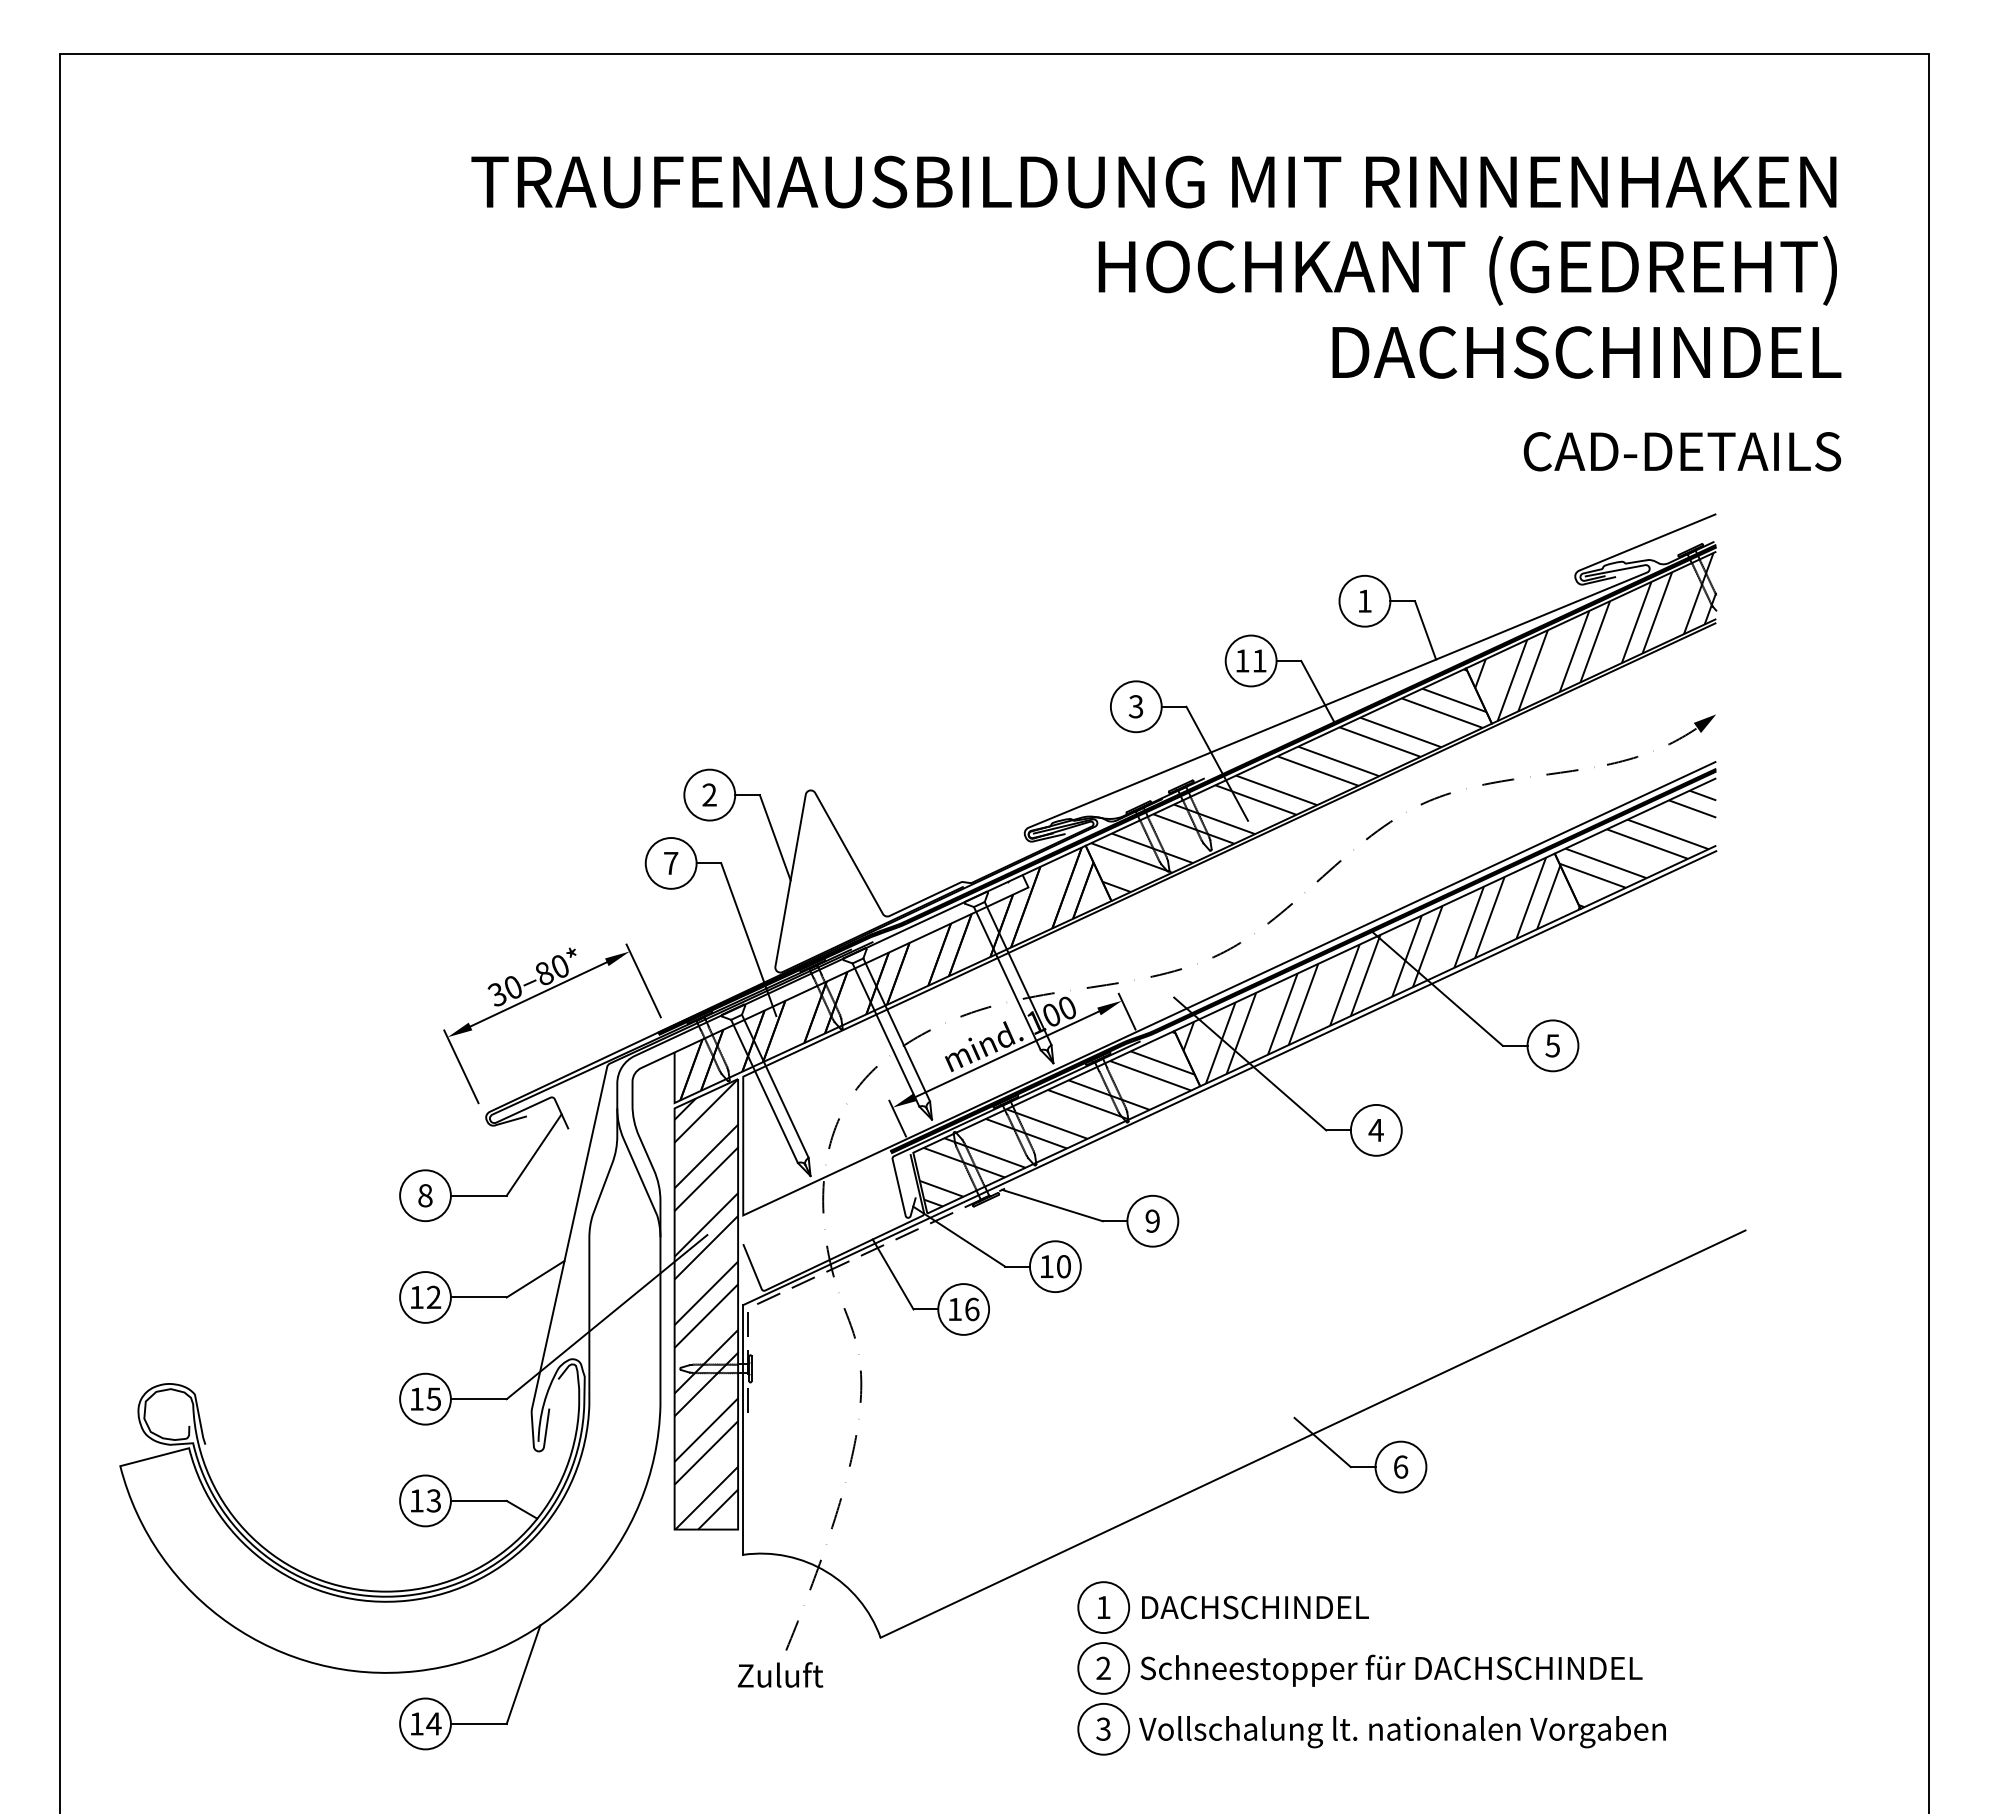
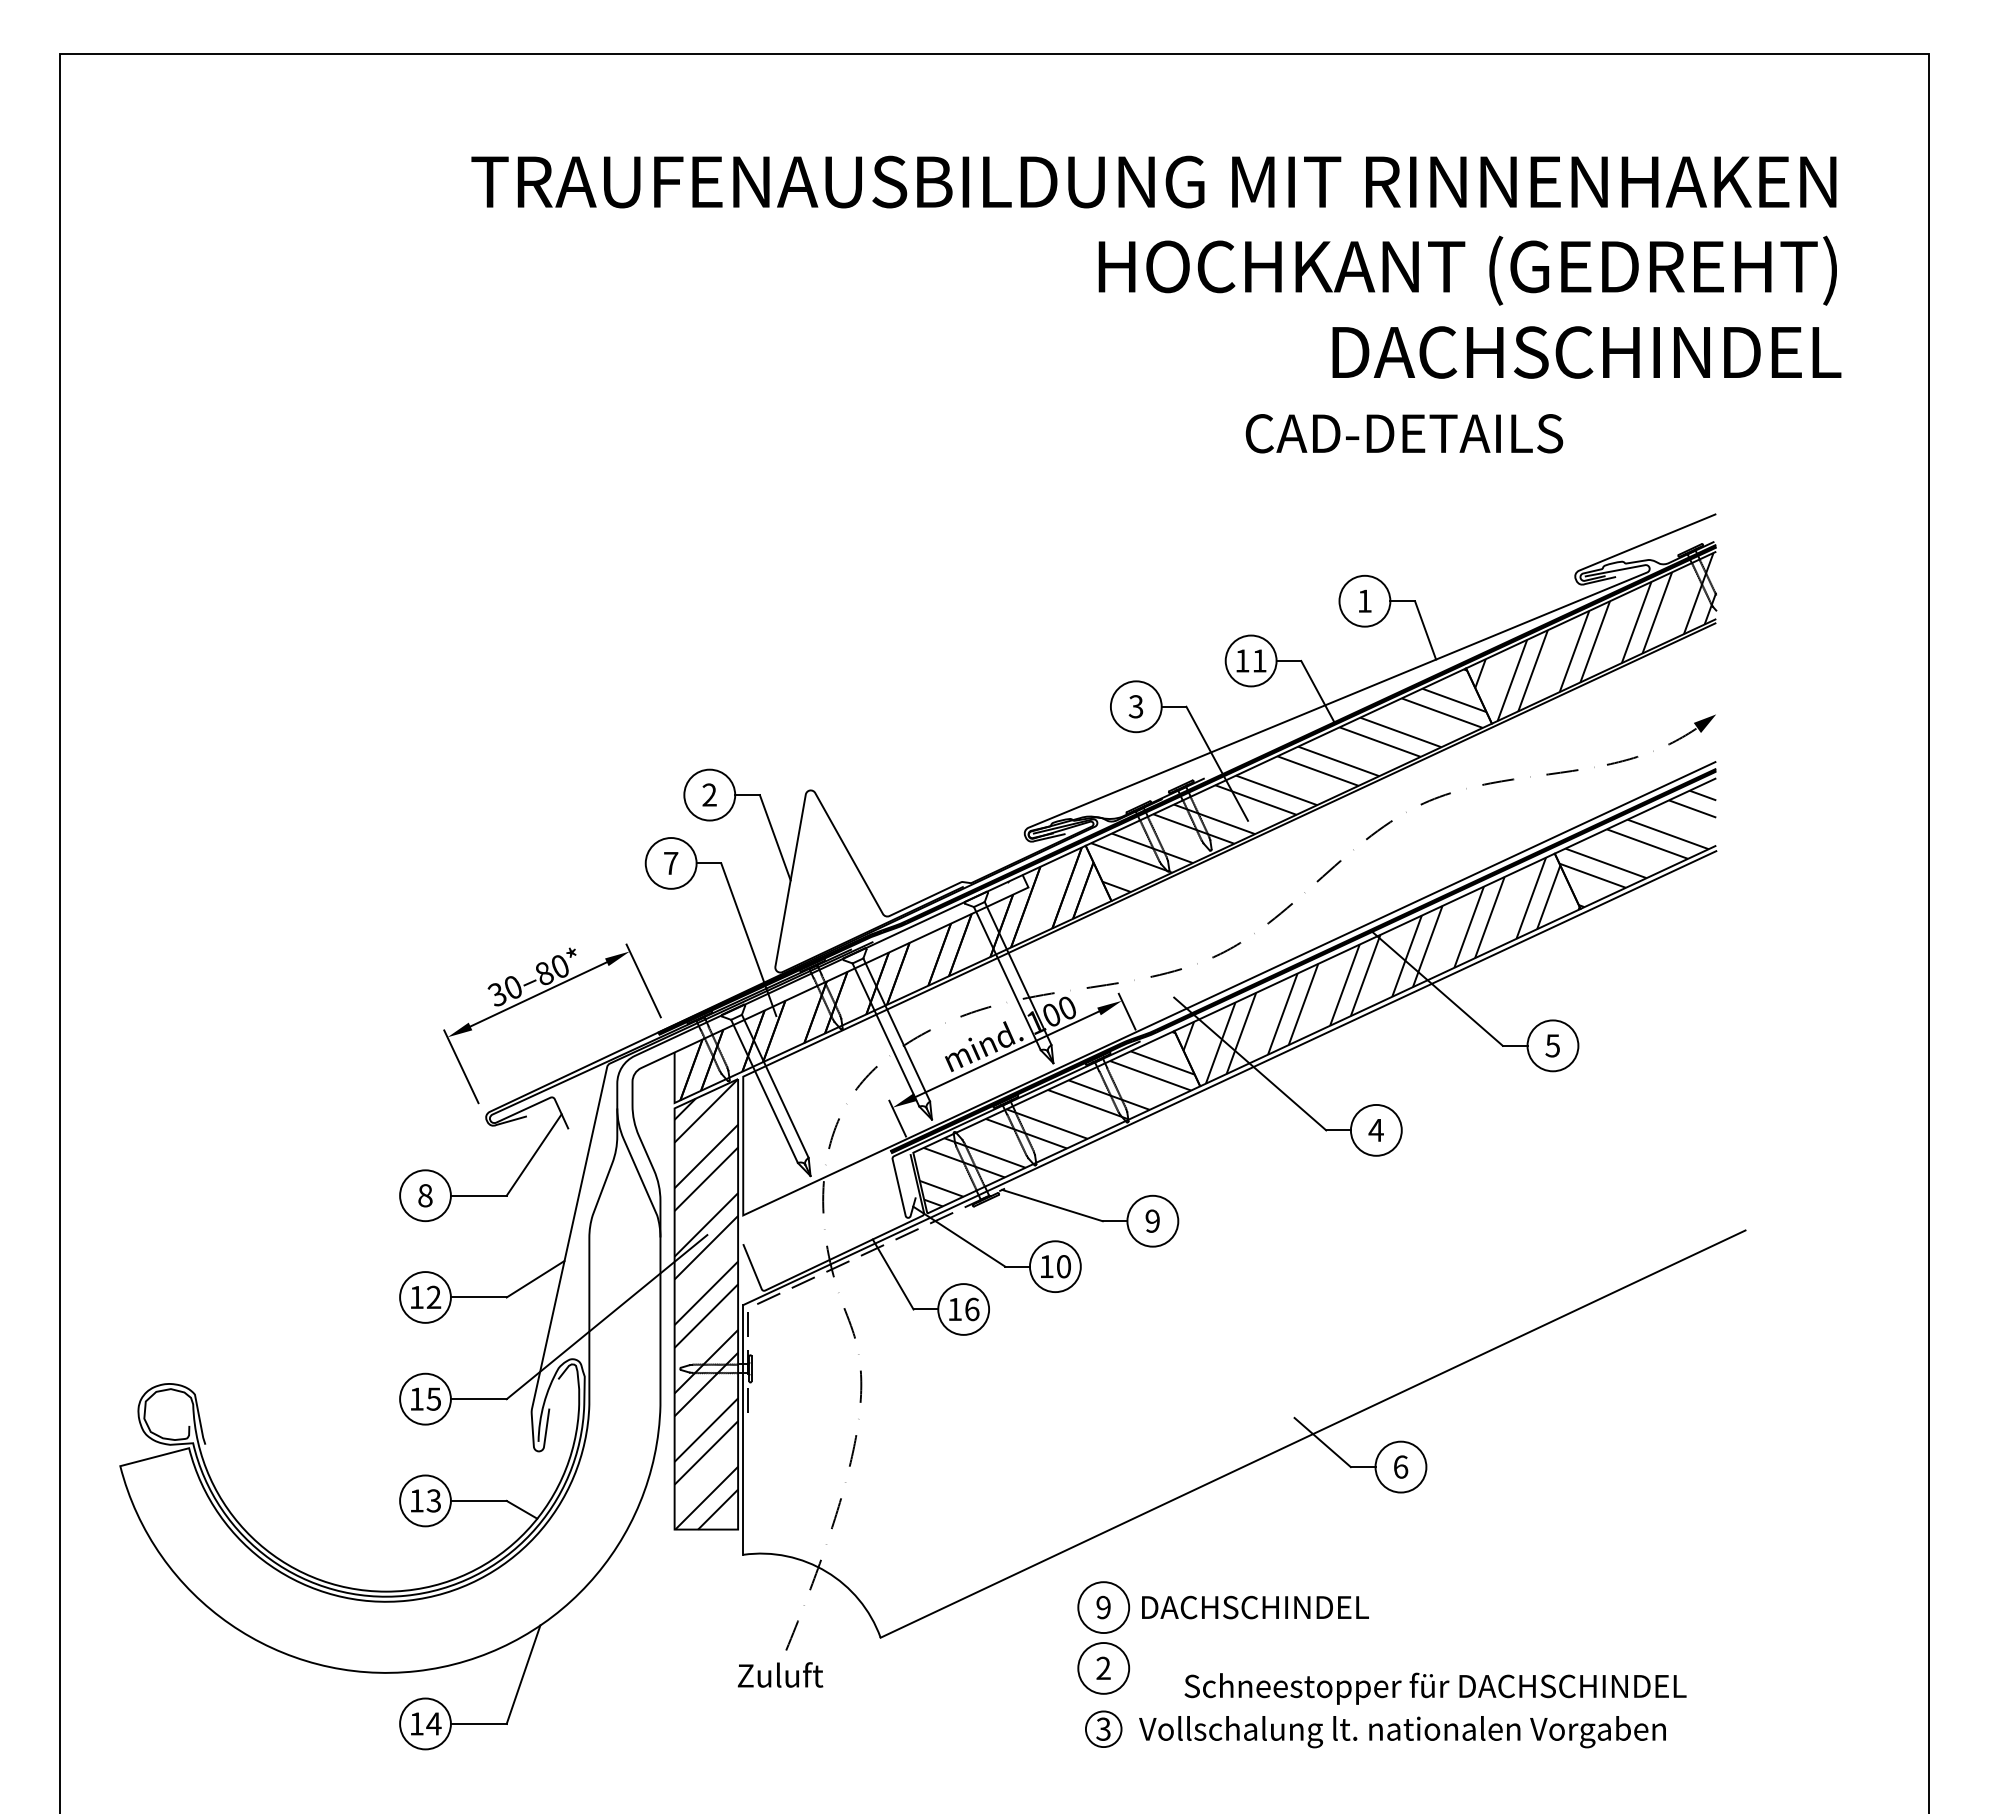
text at (1682, 451) position: (1682, 451) -> (1404, 433)
text at (1103, 1607): 1 -> 9
text at (1391, 1670) position: (1391, 1670) -> (1435, 1688)
circle at (1103, 1728) diameter: 51 px -> 36 px
